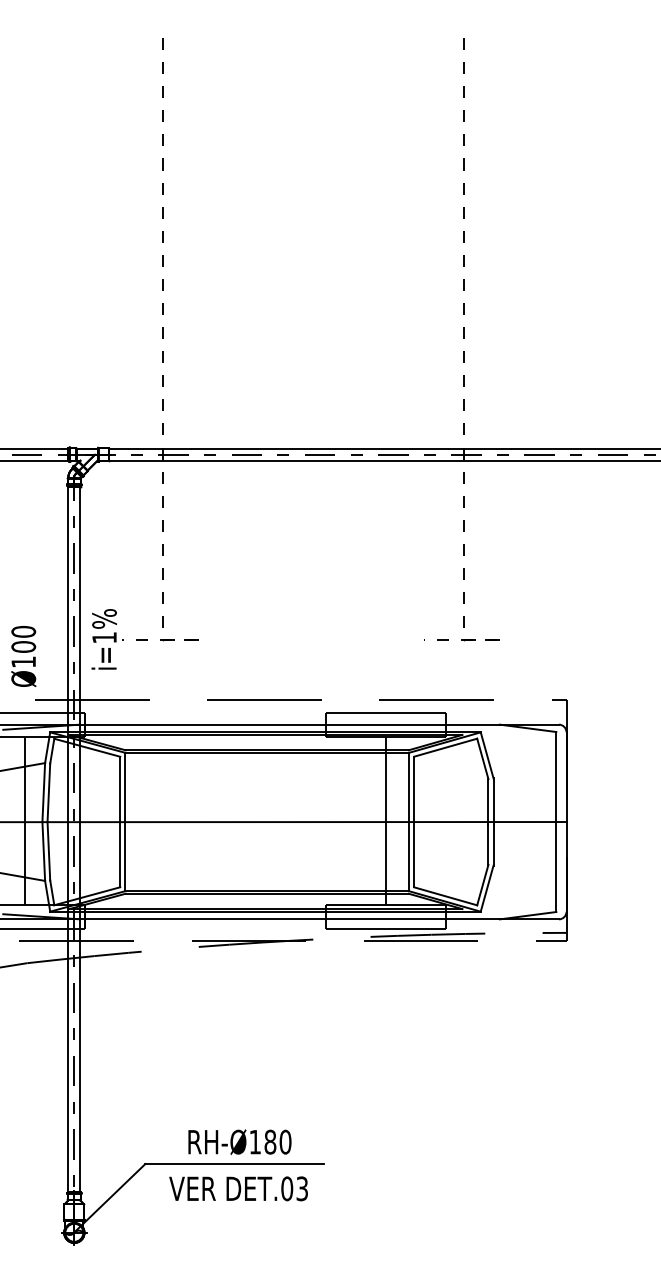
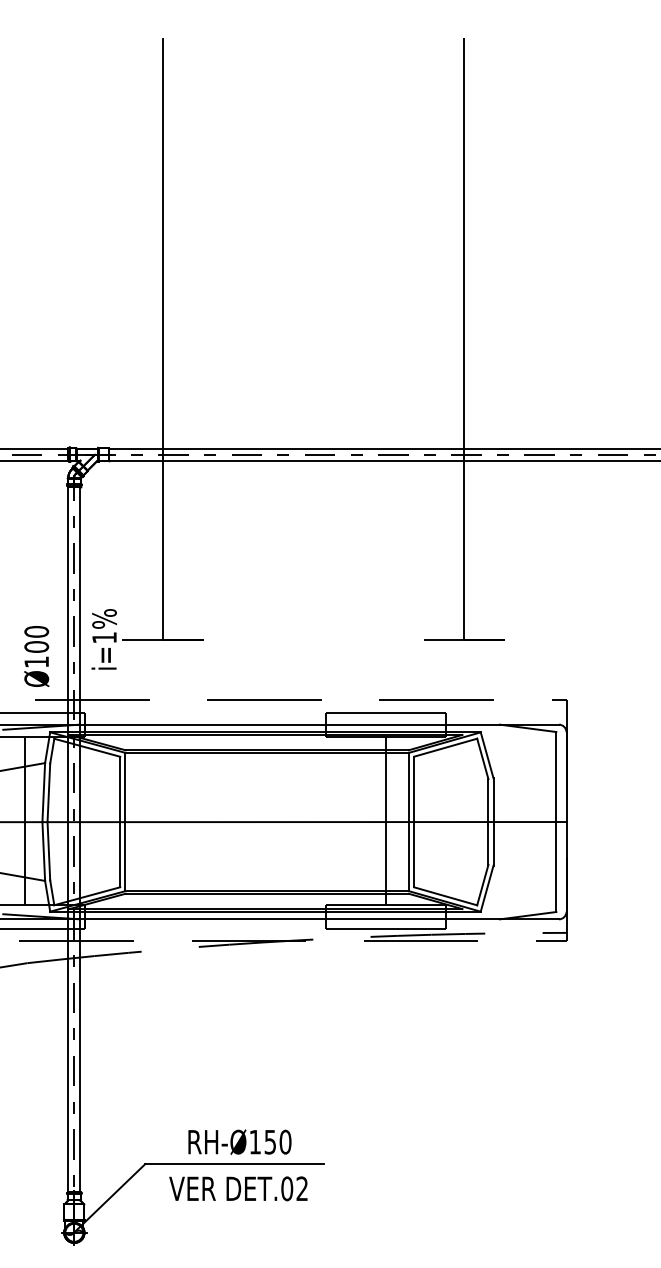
line at (163, 401): dashed -> solid
line at (464, 401): dashed -> solid
text at (23, 656) position: (23, 656) -> (36, 656)
text at (270, 1141): RH-Ø180 -> RH-Ø150
text at (301, 1188): DET.03 -> DET.02
